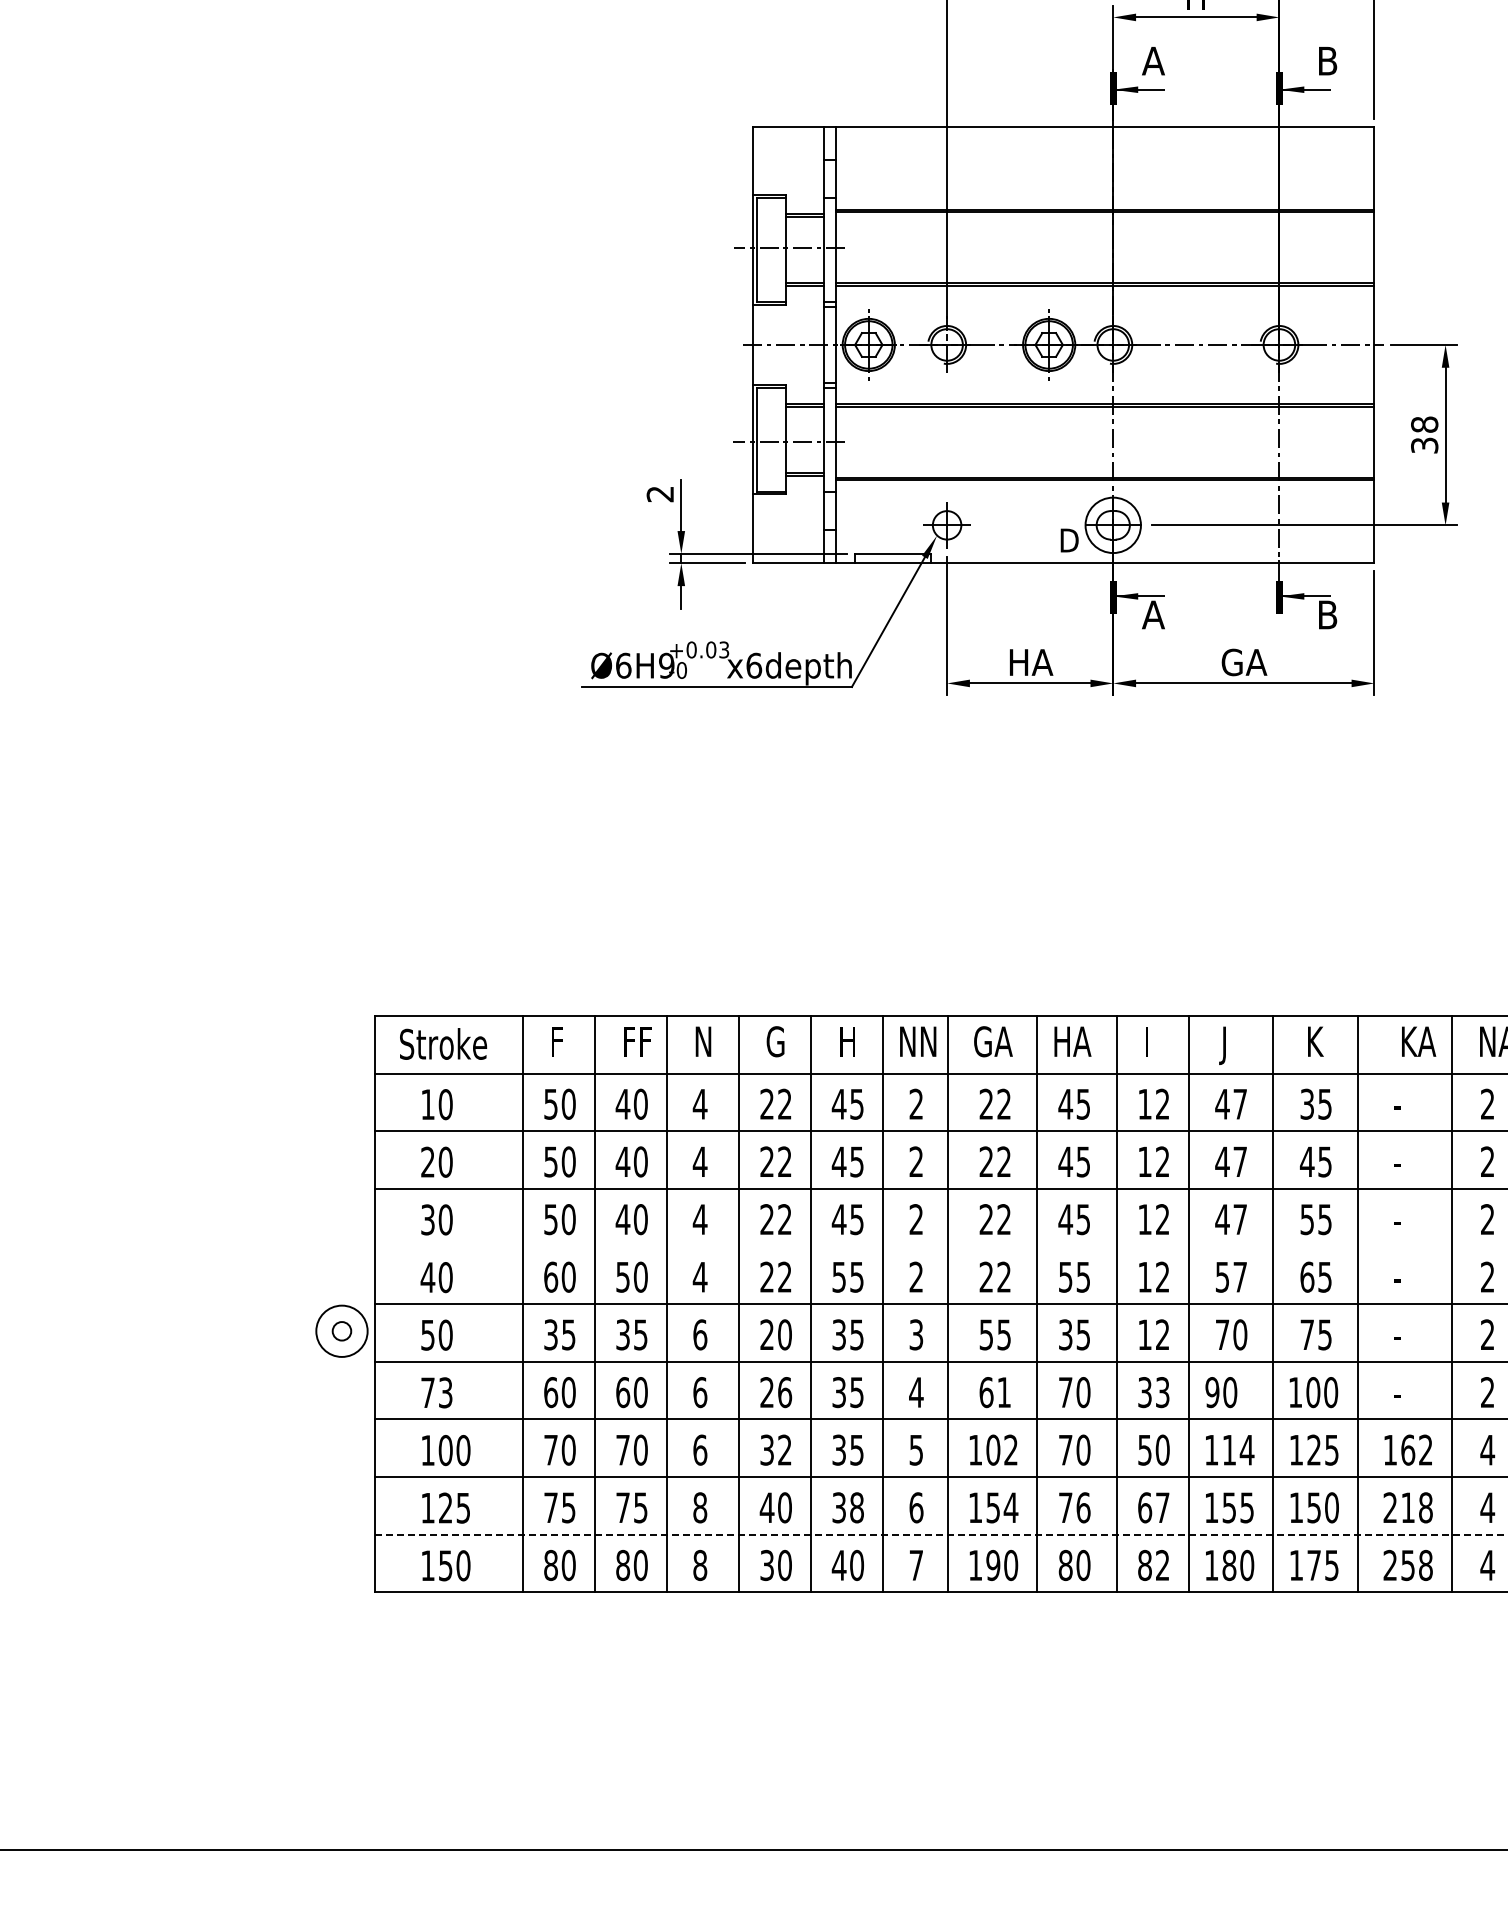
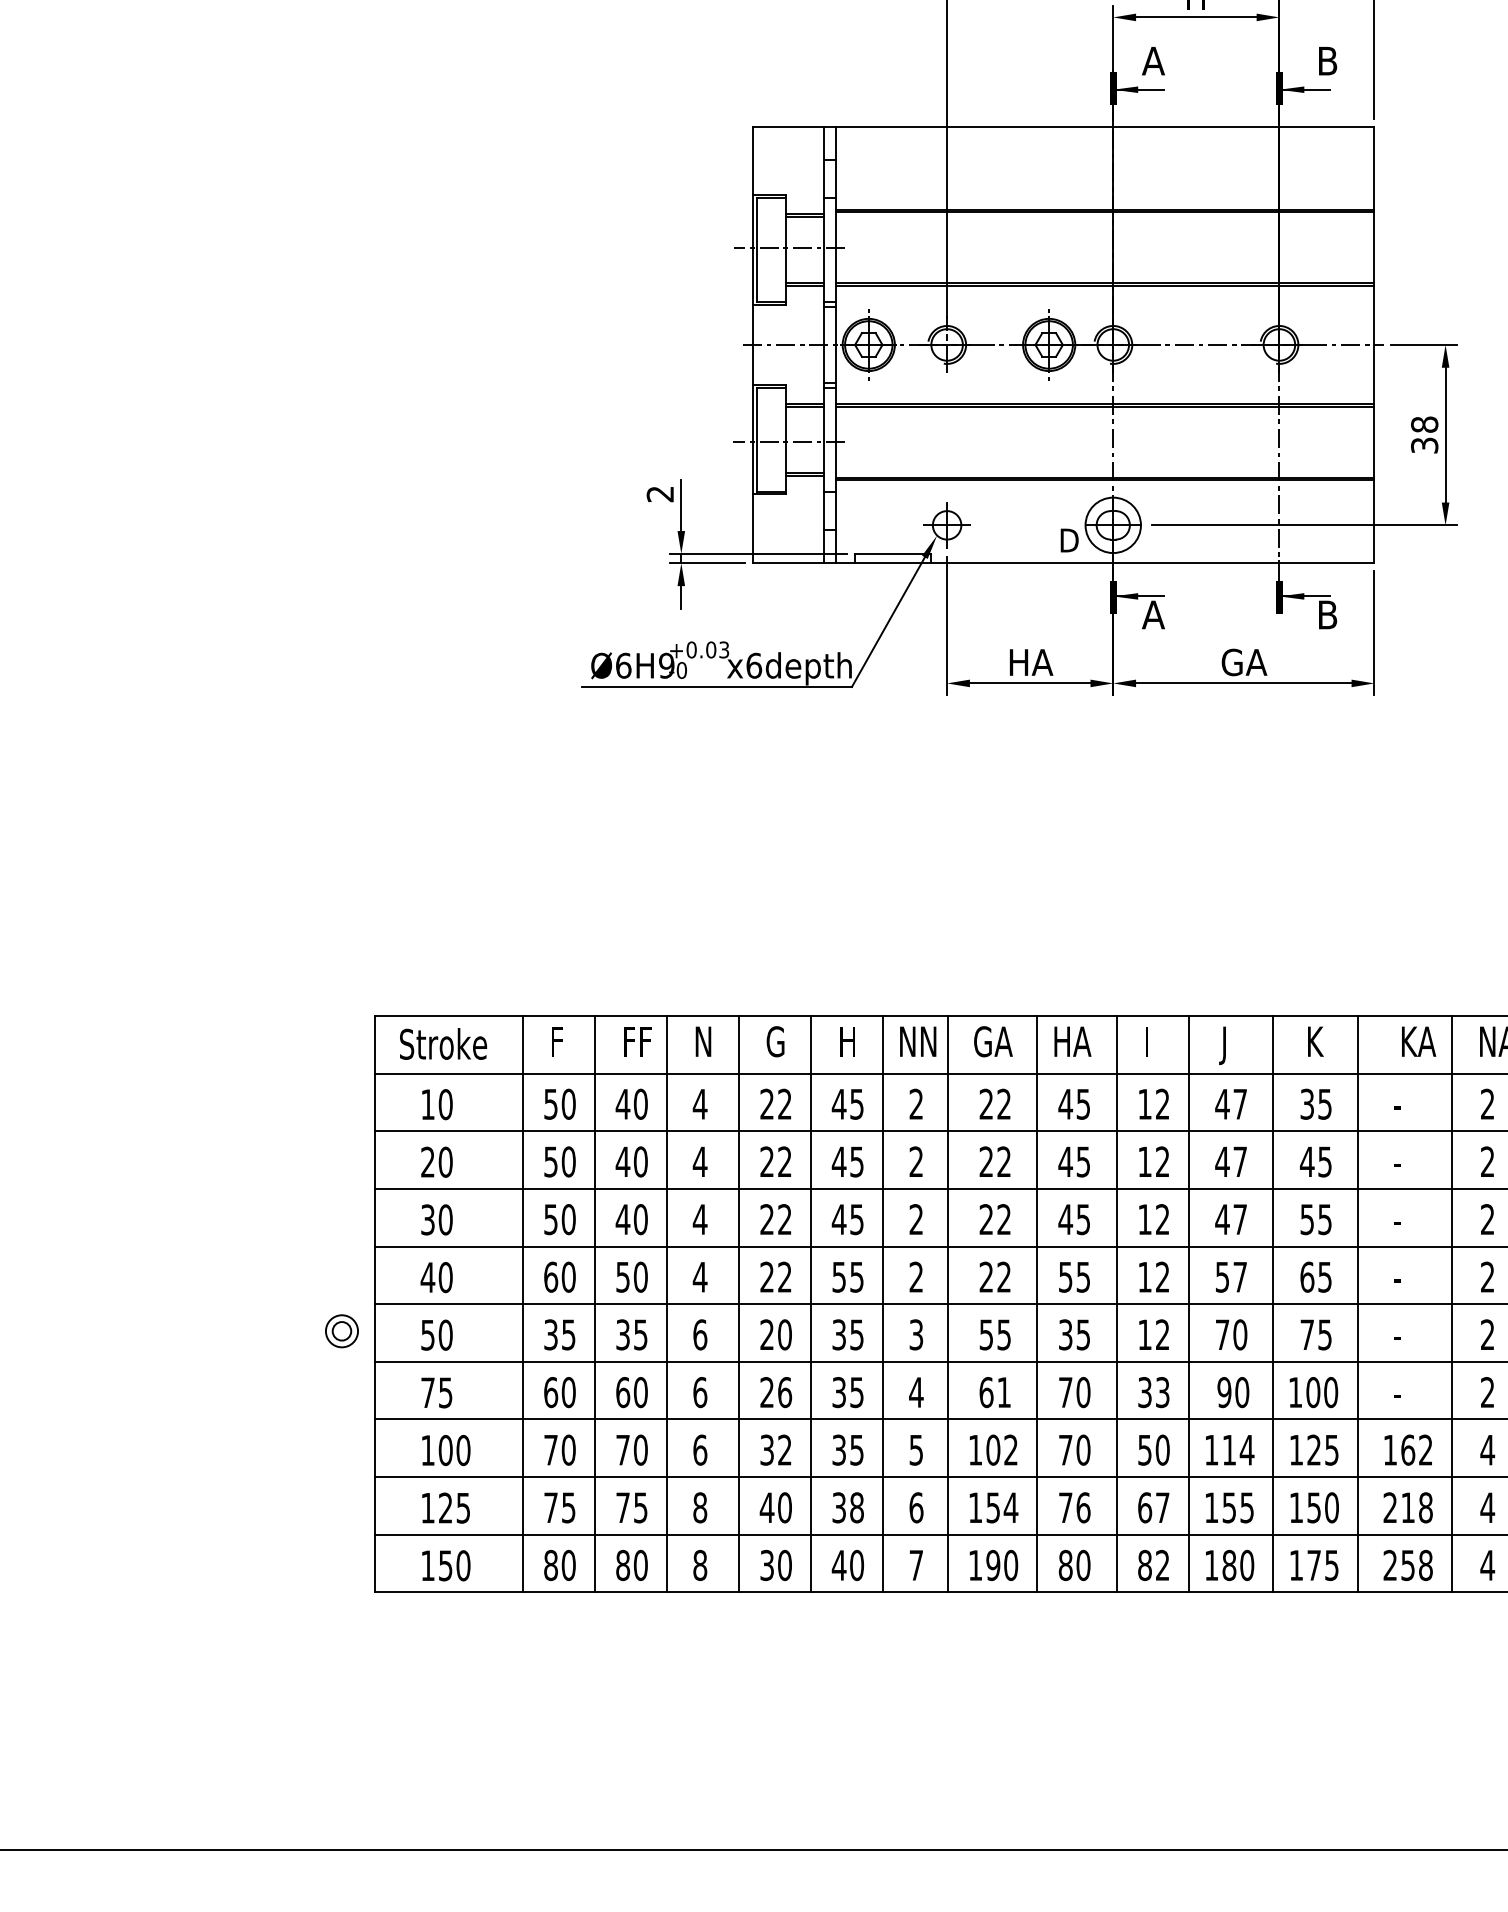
line at (939, 1246): none -> present
circle at (341, 1330) diameter: 51 px -> 32 px
text at (445, 1392): 73 -> 75
text at (1221, 1392) position: (1221, 1392) -> (1233, 1392)
line at (941, 1534): dashed -> solid
